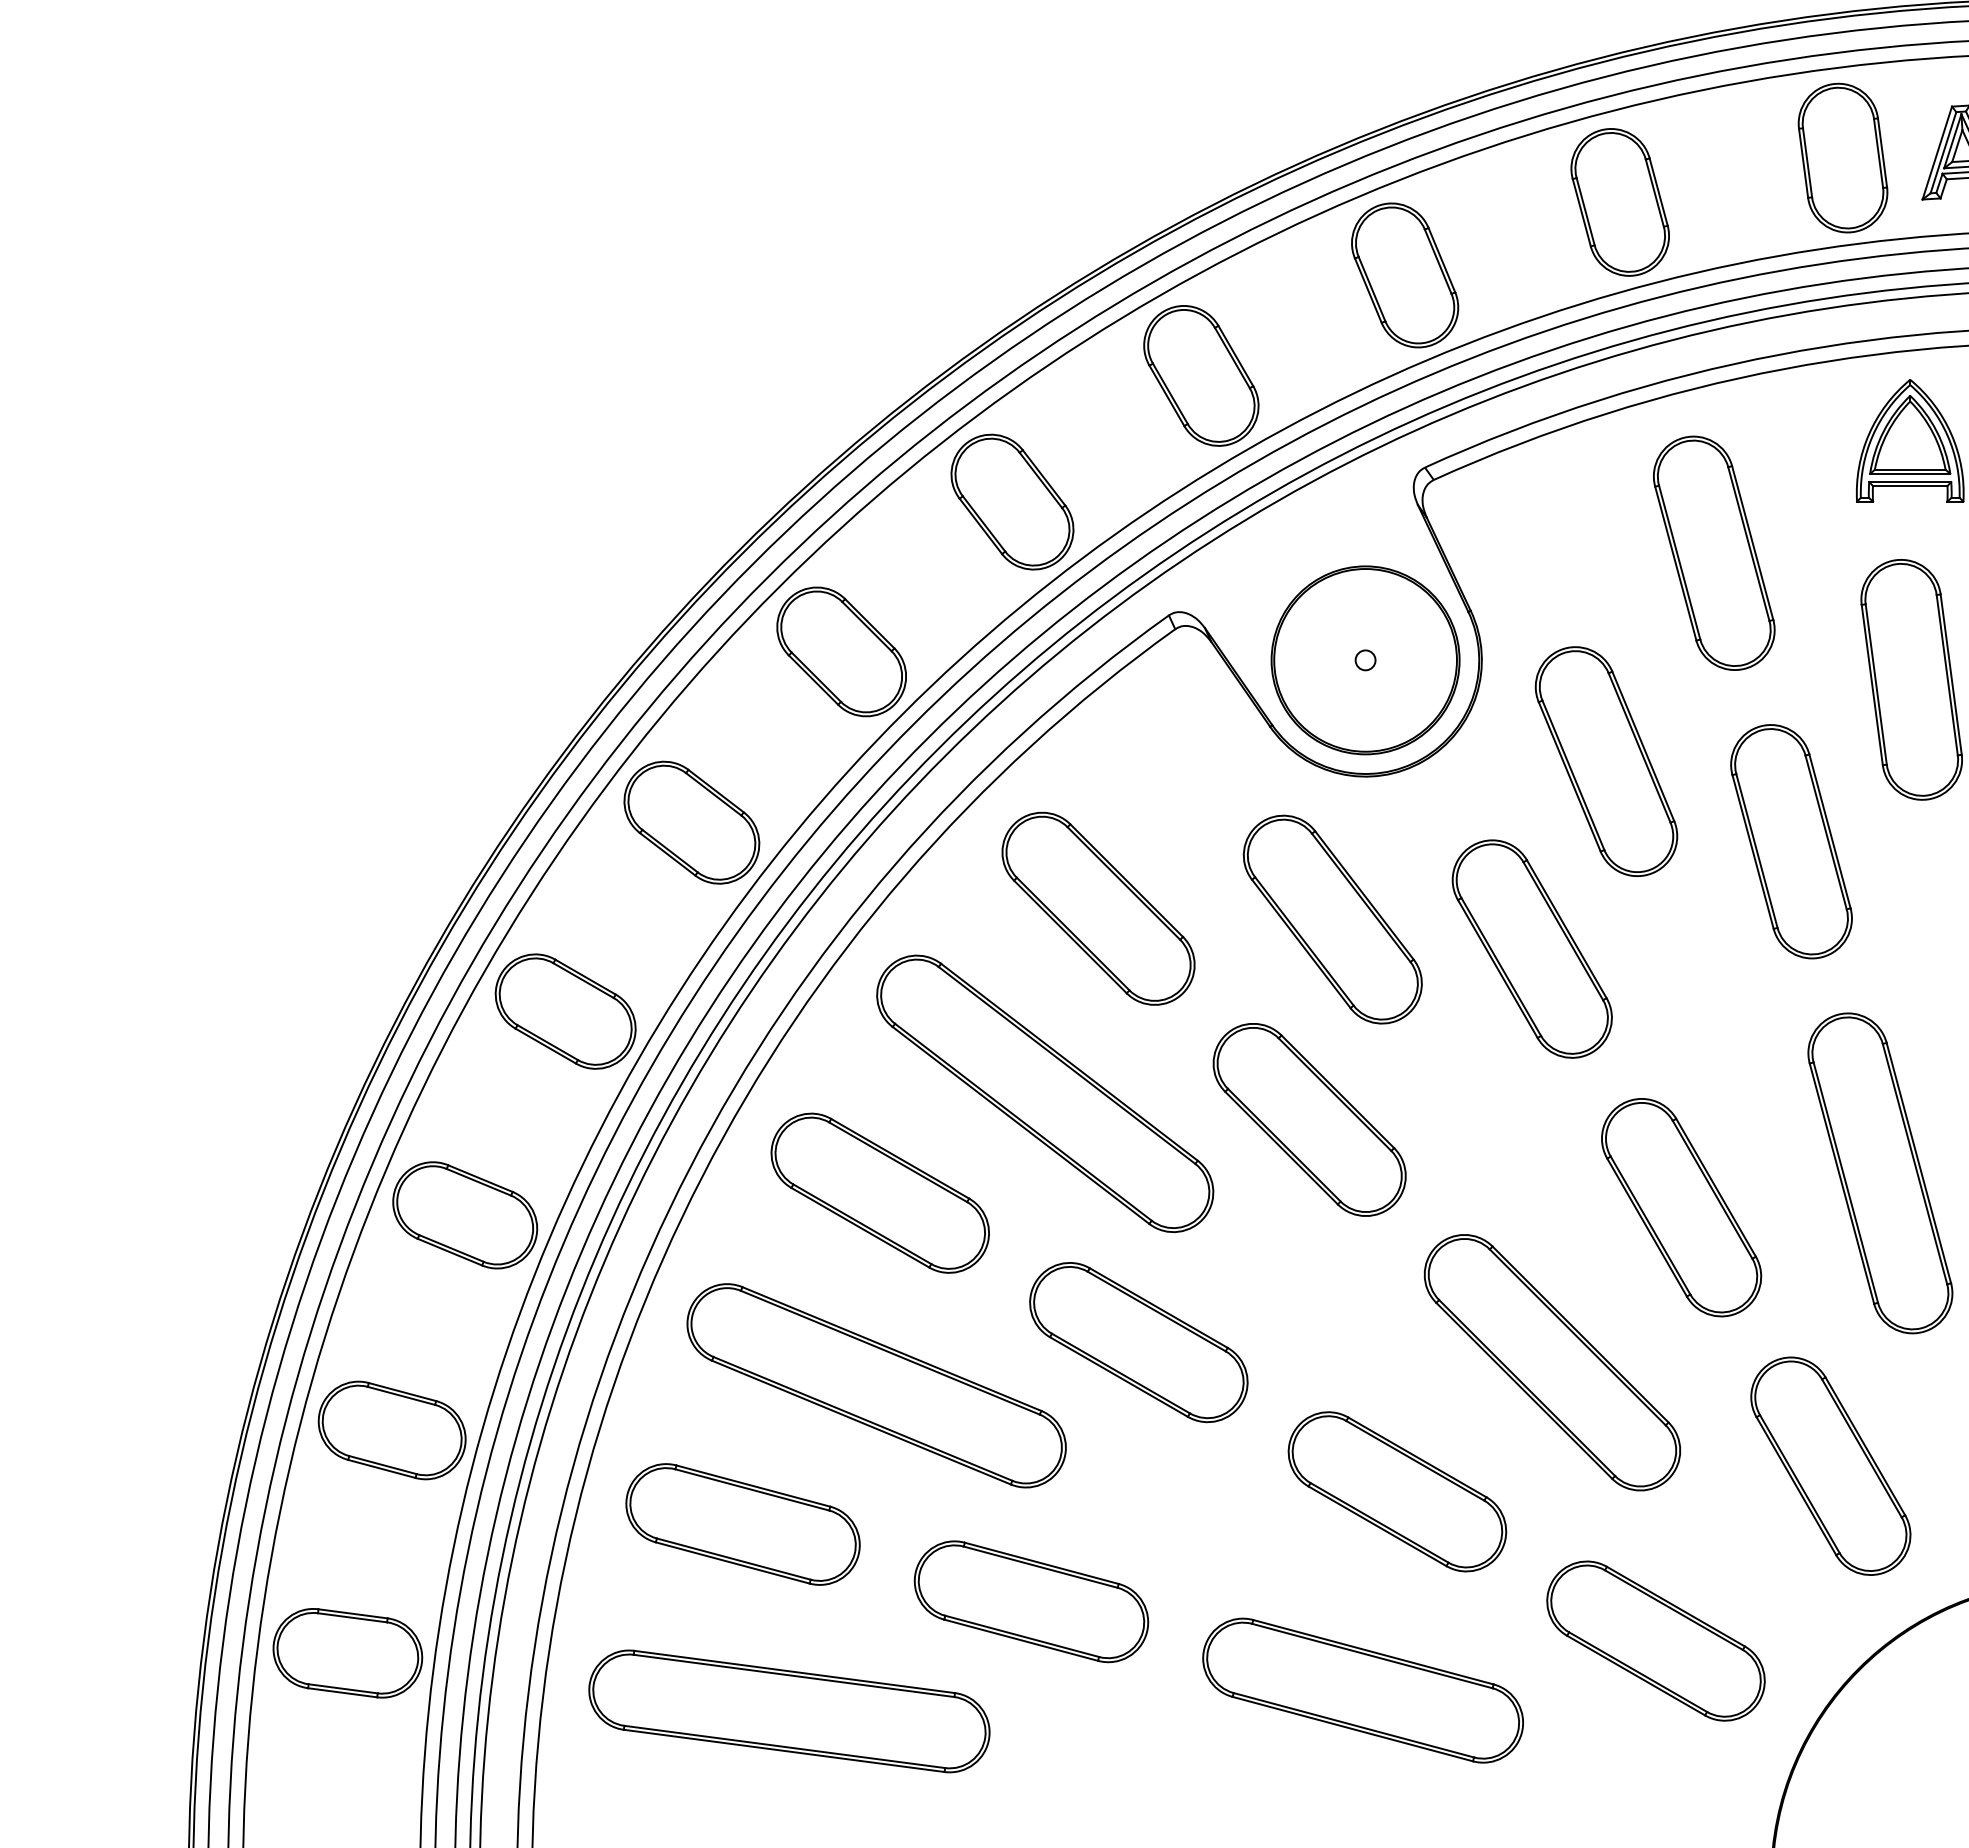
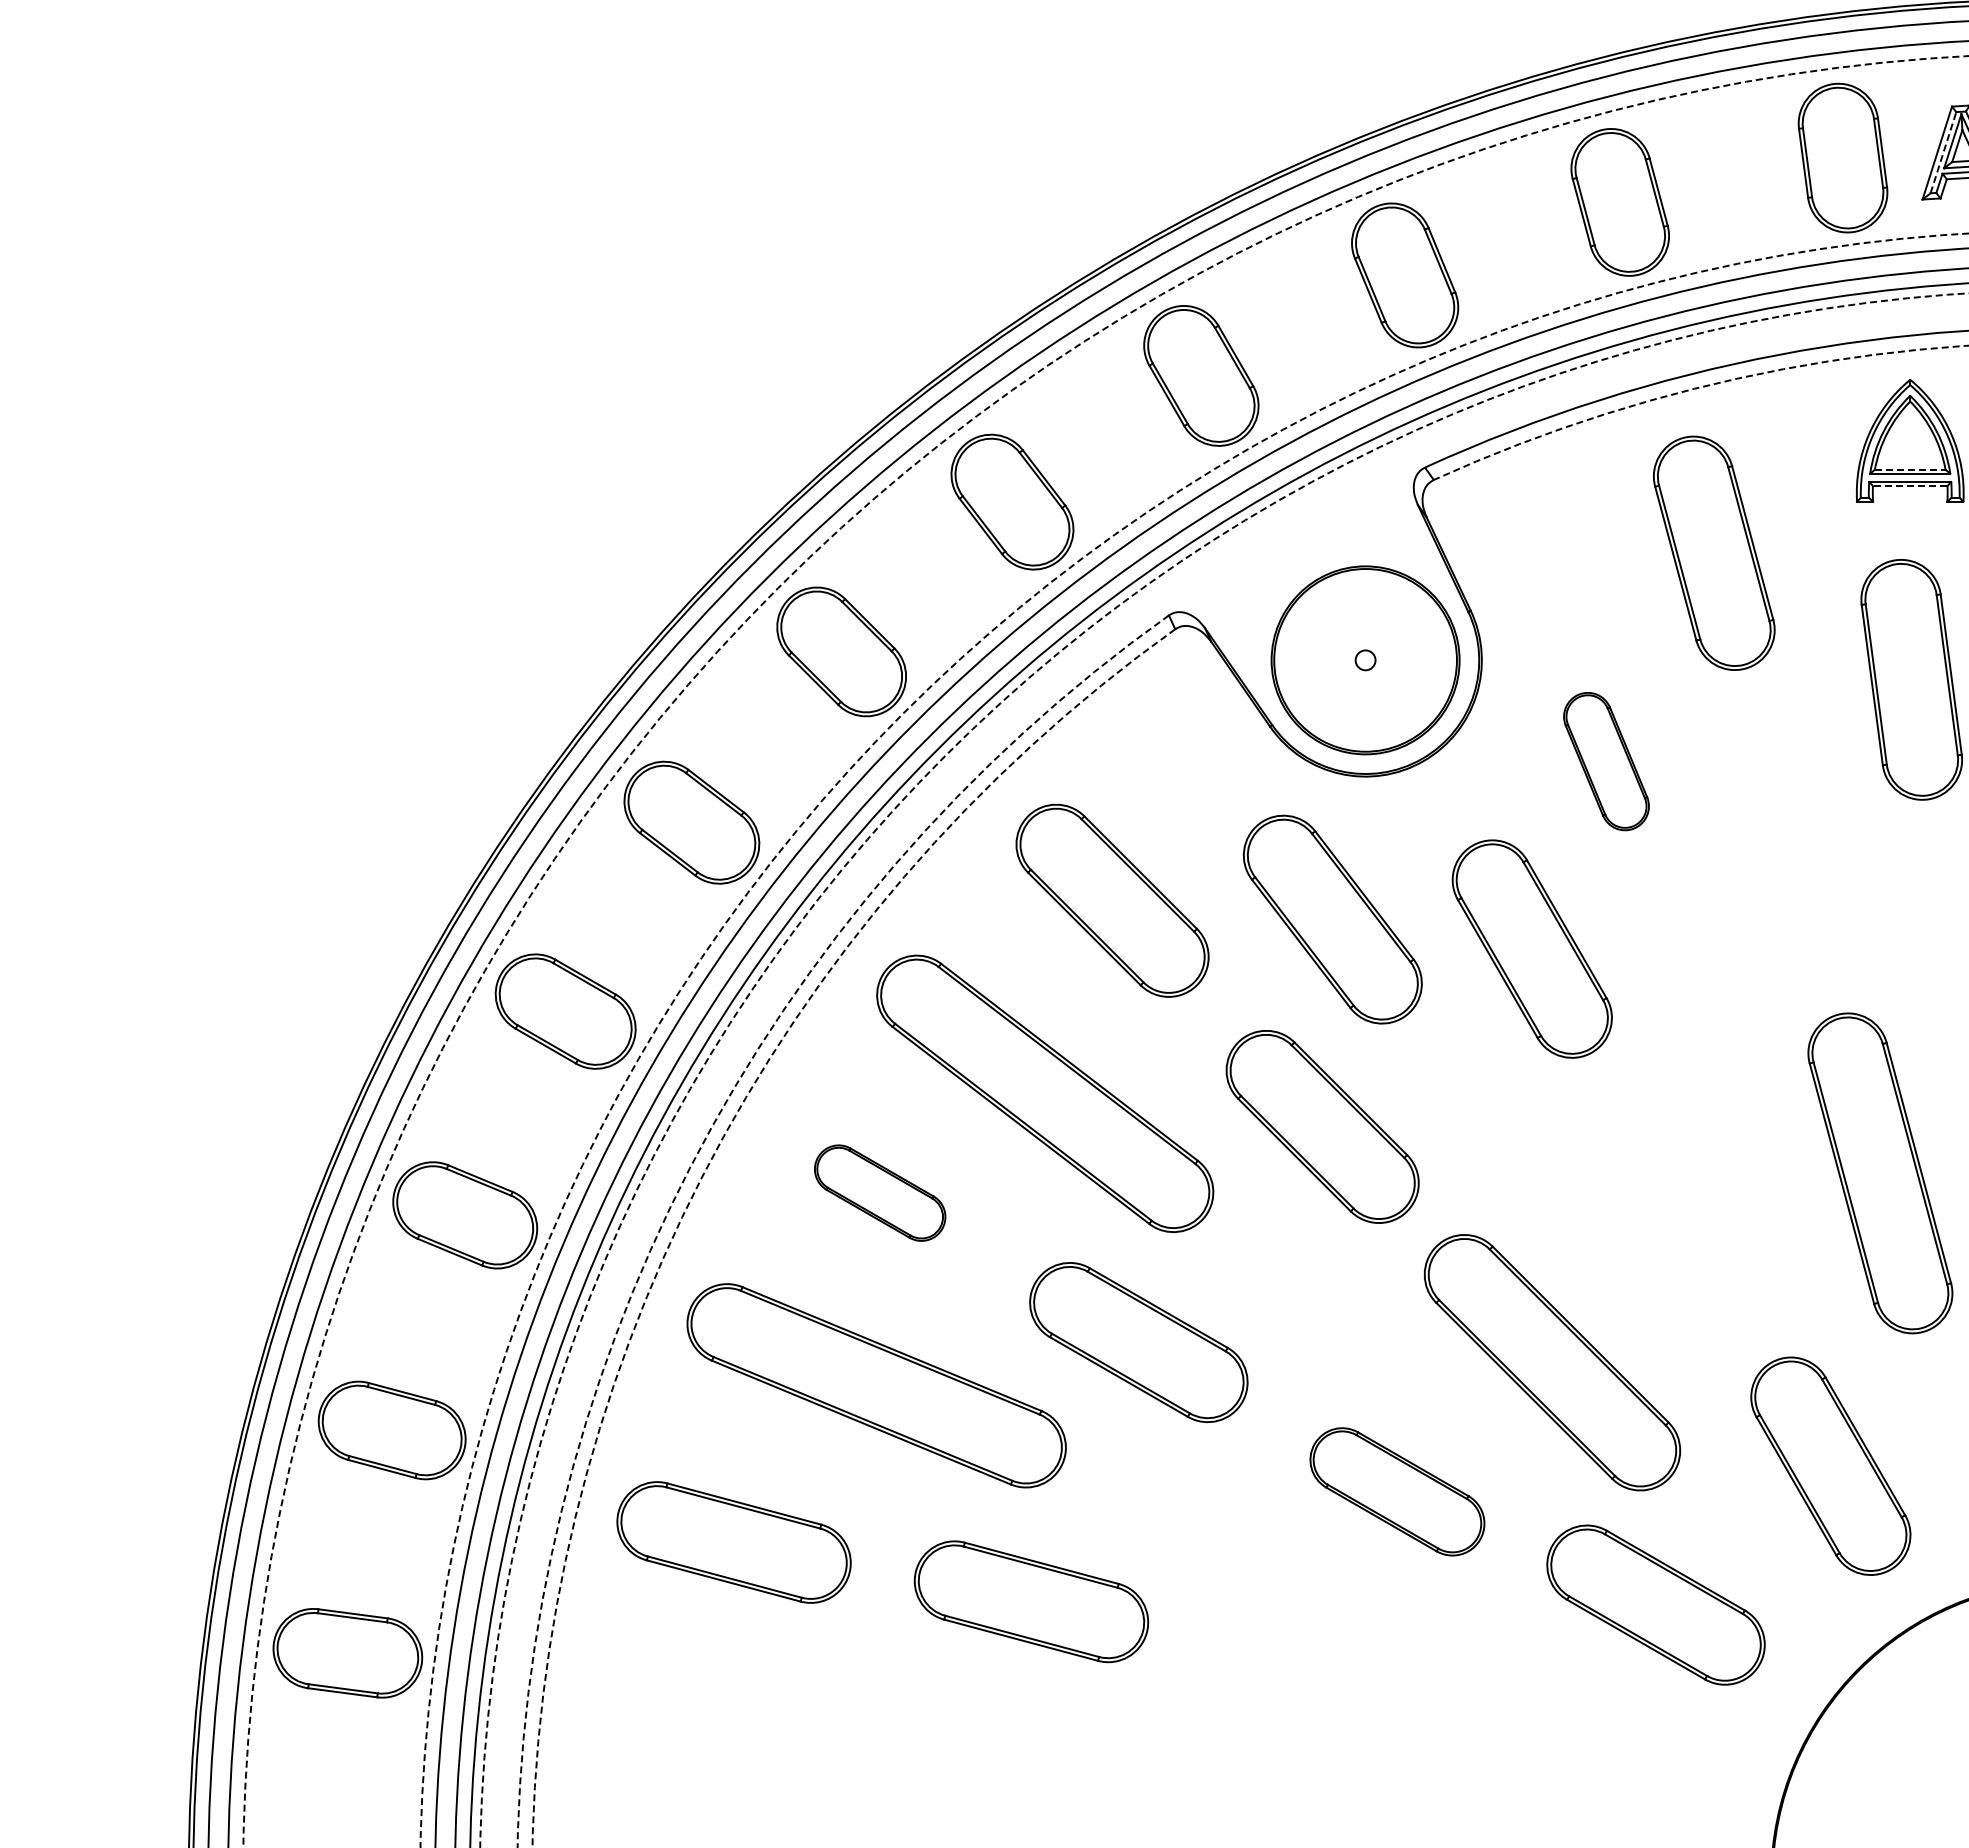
line at (1943, 152): solid -> dashed
arc at (1695, 388): solid -> dashed
line at (1910, 469): solid -> dashed
line at (1909, 486): solid -> dashed
part at (1606, 761) size: 145x231 px -> 87x140 px
part at (1791, 841): present -> none
part at (1098, 908) position: (1098, 908) -> (1112, 900)
circle at (1105, 951): solid -> dashed
circle at (1194, 1040): solid -> dashed
circle at (1224, 1070): solid -> dashed
part at (1309, 1119) position: (1309, 1119) -> (1322, 1126)
arc at (696, 1155): solid -> dashed
arc at (709, 1163): solid -> dashed
part at (879, 1192) size: 220x162 px -> 133x98 px
part at (1681, 1207): present -> none
part at (1397, 1491) size: 221x162 px -> 177x130 px
part at (742, 1524) position: (742, 1524) -> (733, 1542)
part at (1655, 1640) position: (1655, 1640) -> (1655, 1604)
part at (1362, 1690): present -> none
part at (789, 1711): present -> none
